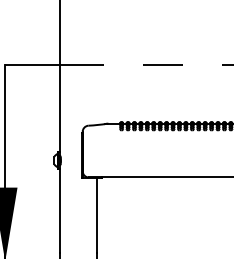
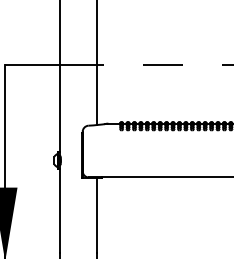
line at (97, 63): none -> present
